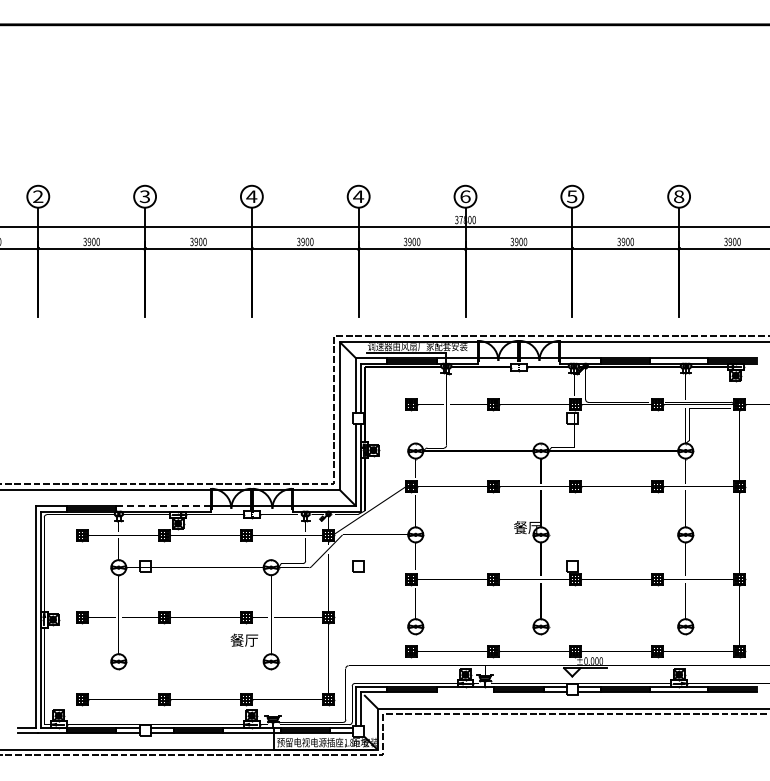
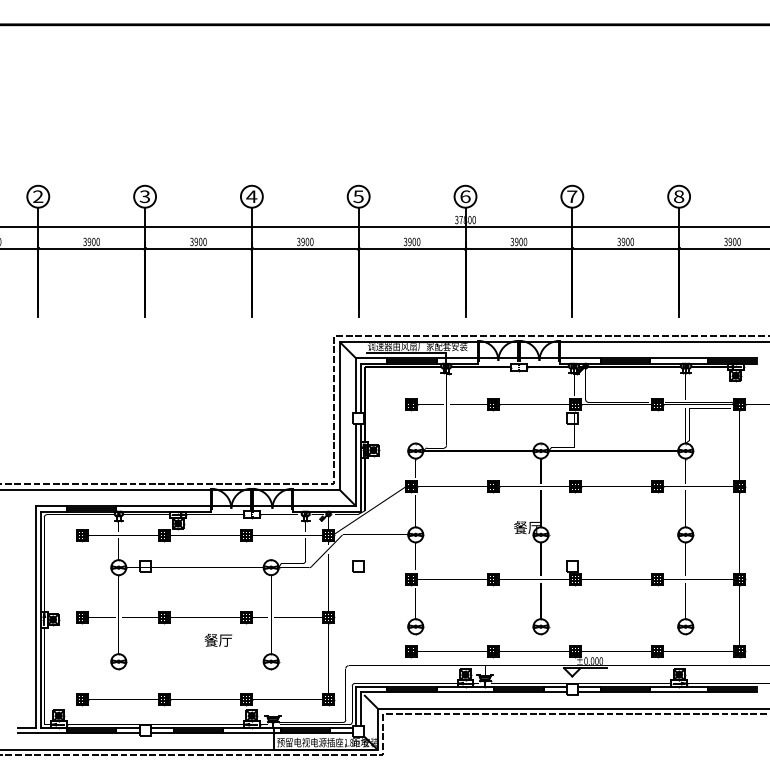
text at (358, 196): 4 -> 5
text at (572, 196): 5 -> 7
line at (163, 506): dashed -> solid
text at (244, 639) position: (244, 639) -> (218, 639)
line at (465, 692): none -> present
